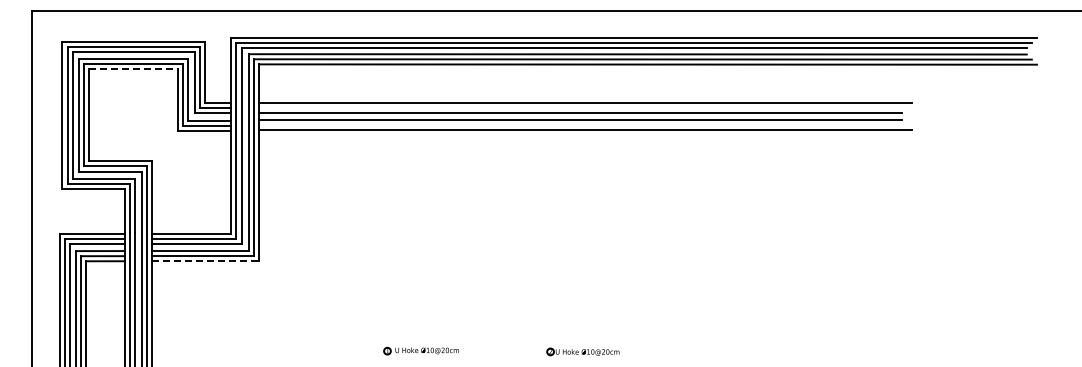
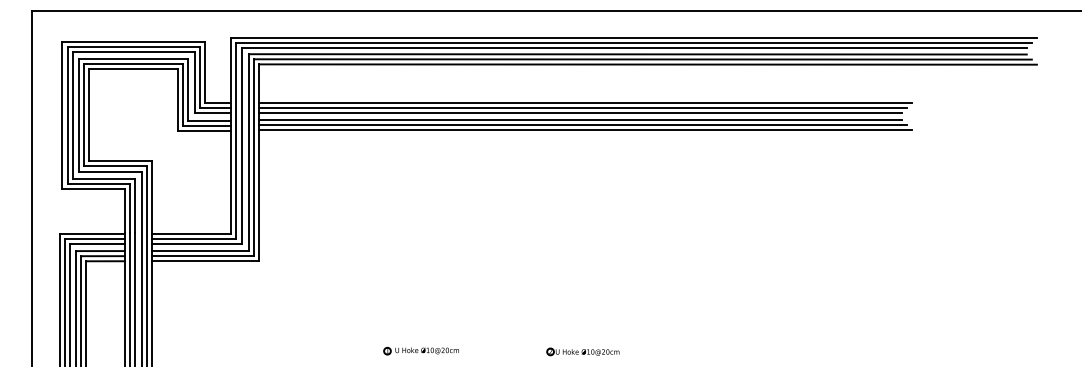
line at (134, 68): dashed -> solid
line at (582, 108): none -> present
line at (582, 125): none -> present
line at (205, 260): dashed -> solid
